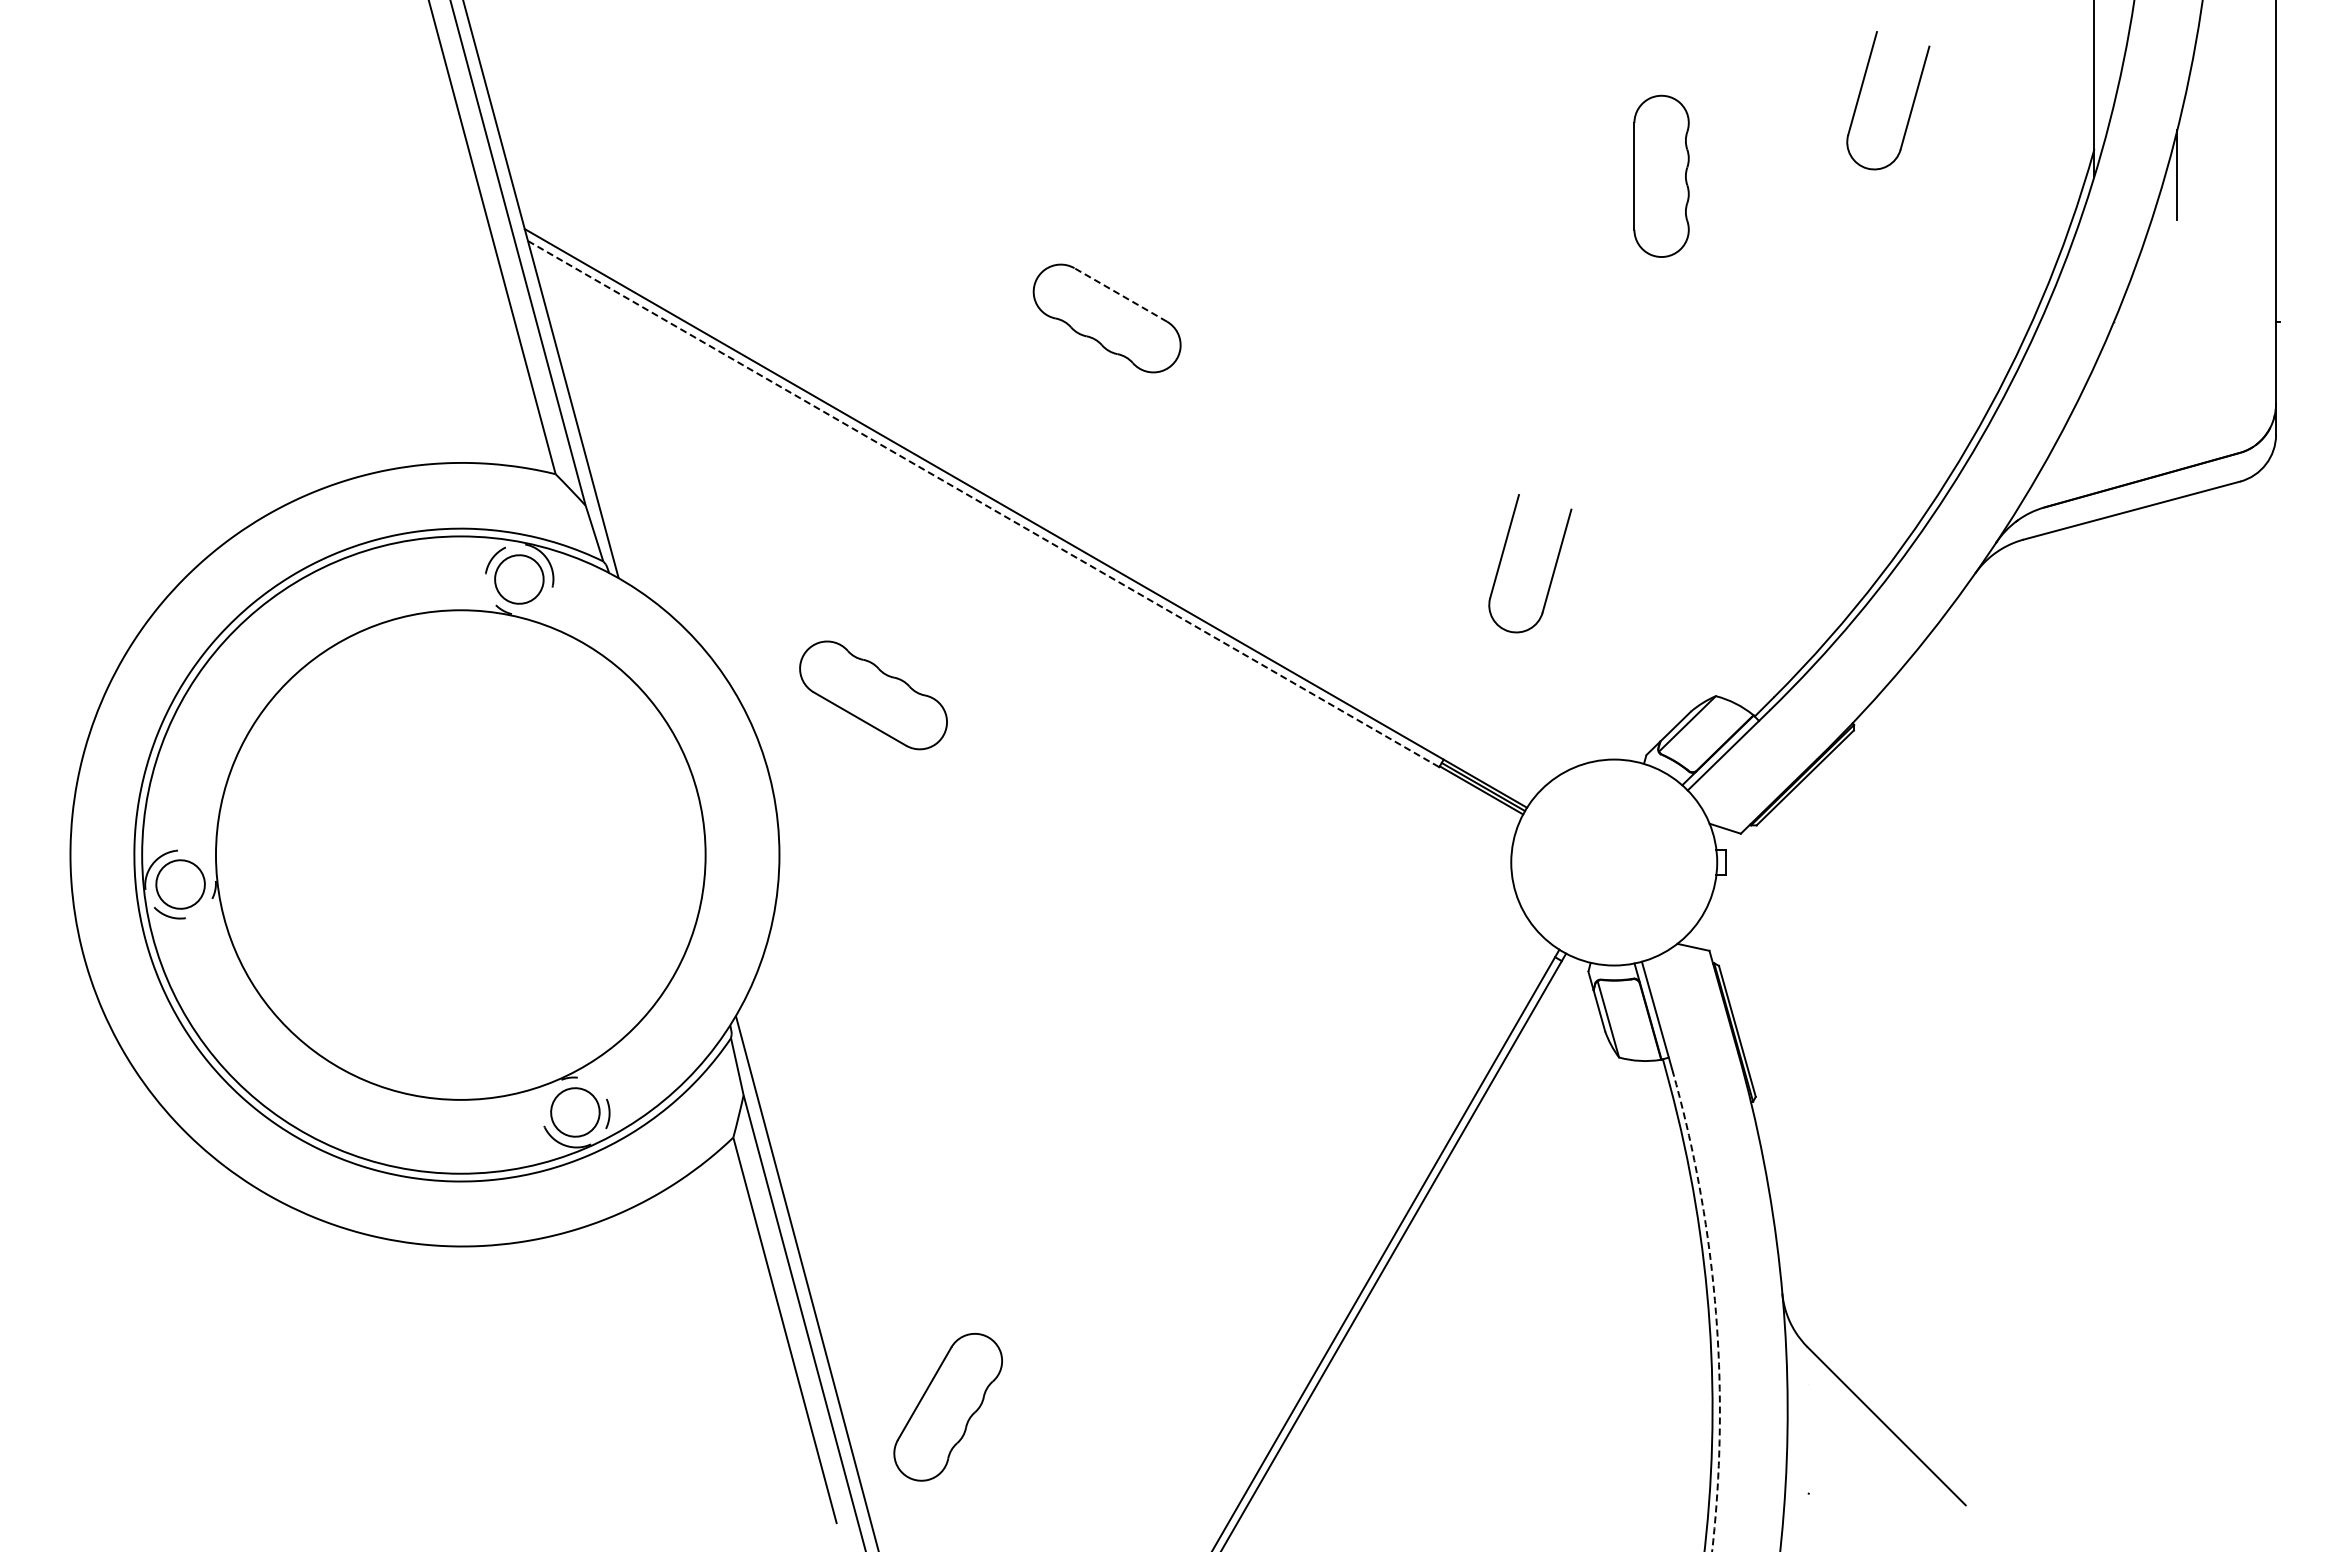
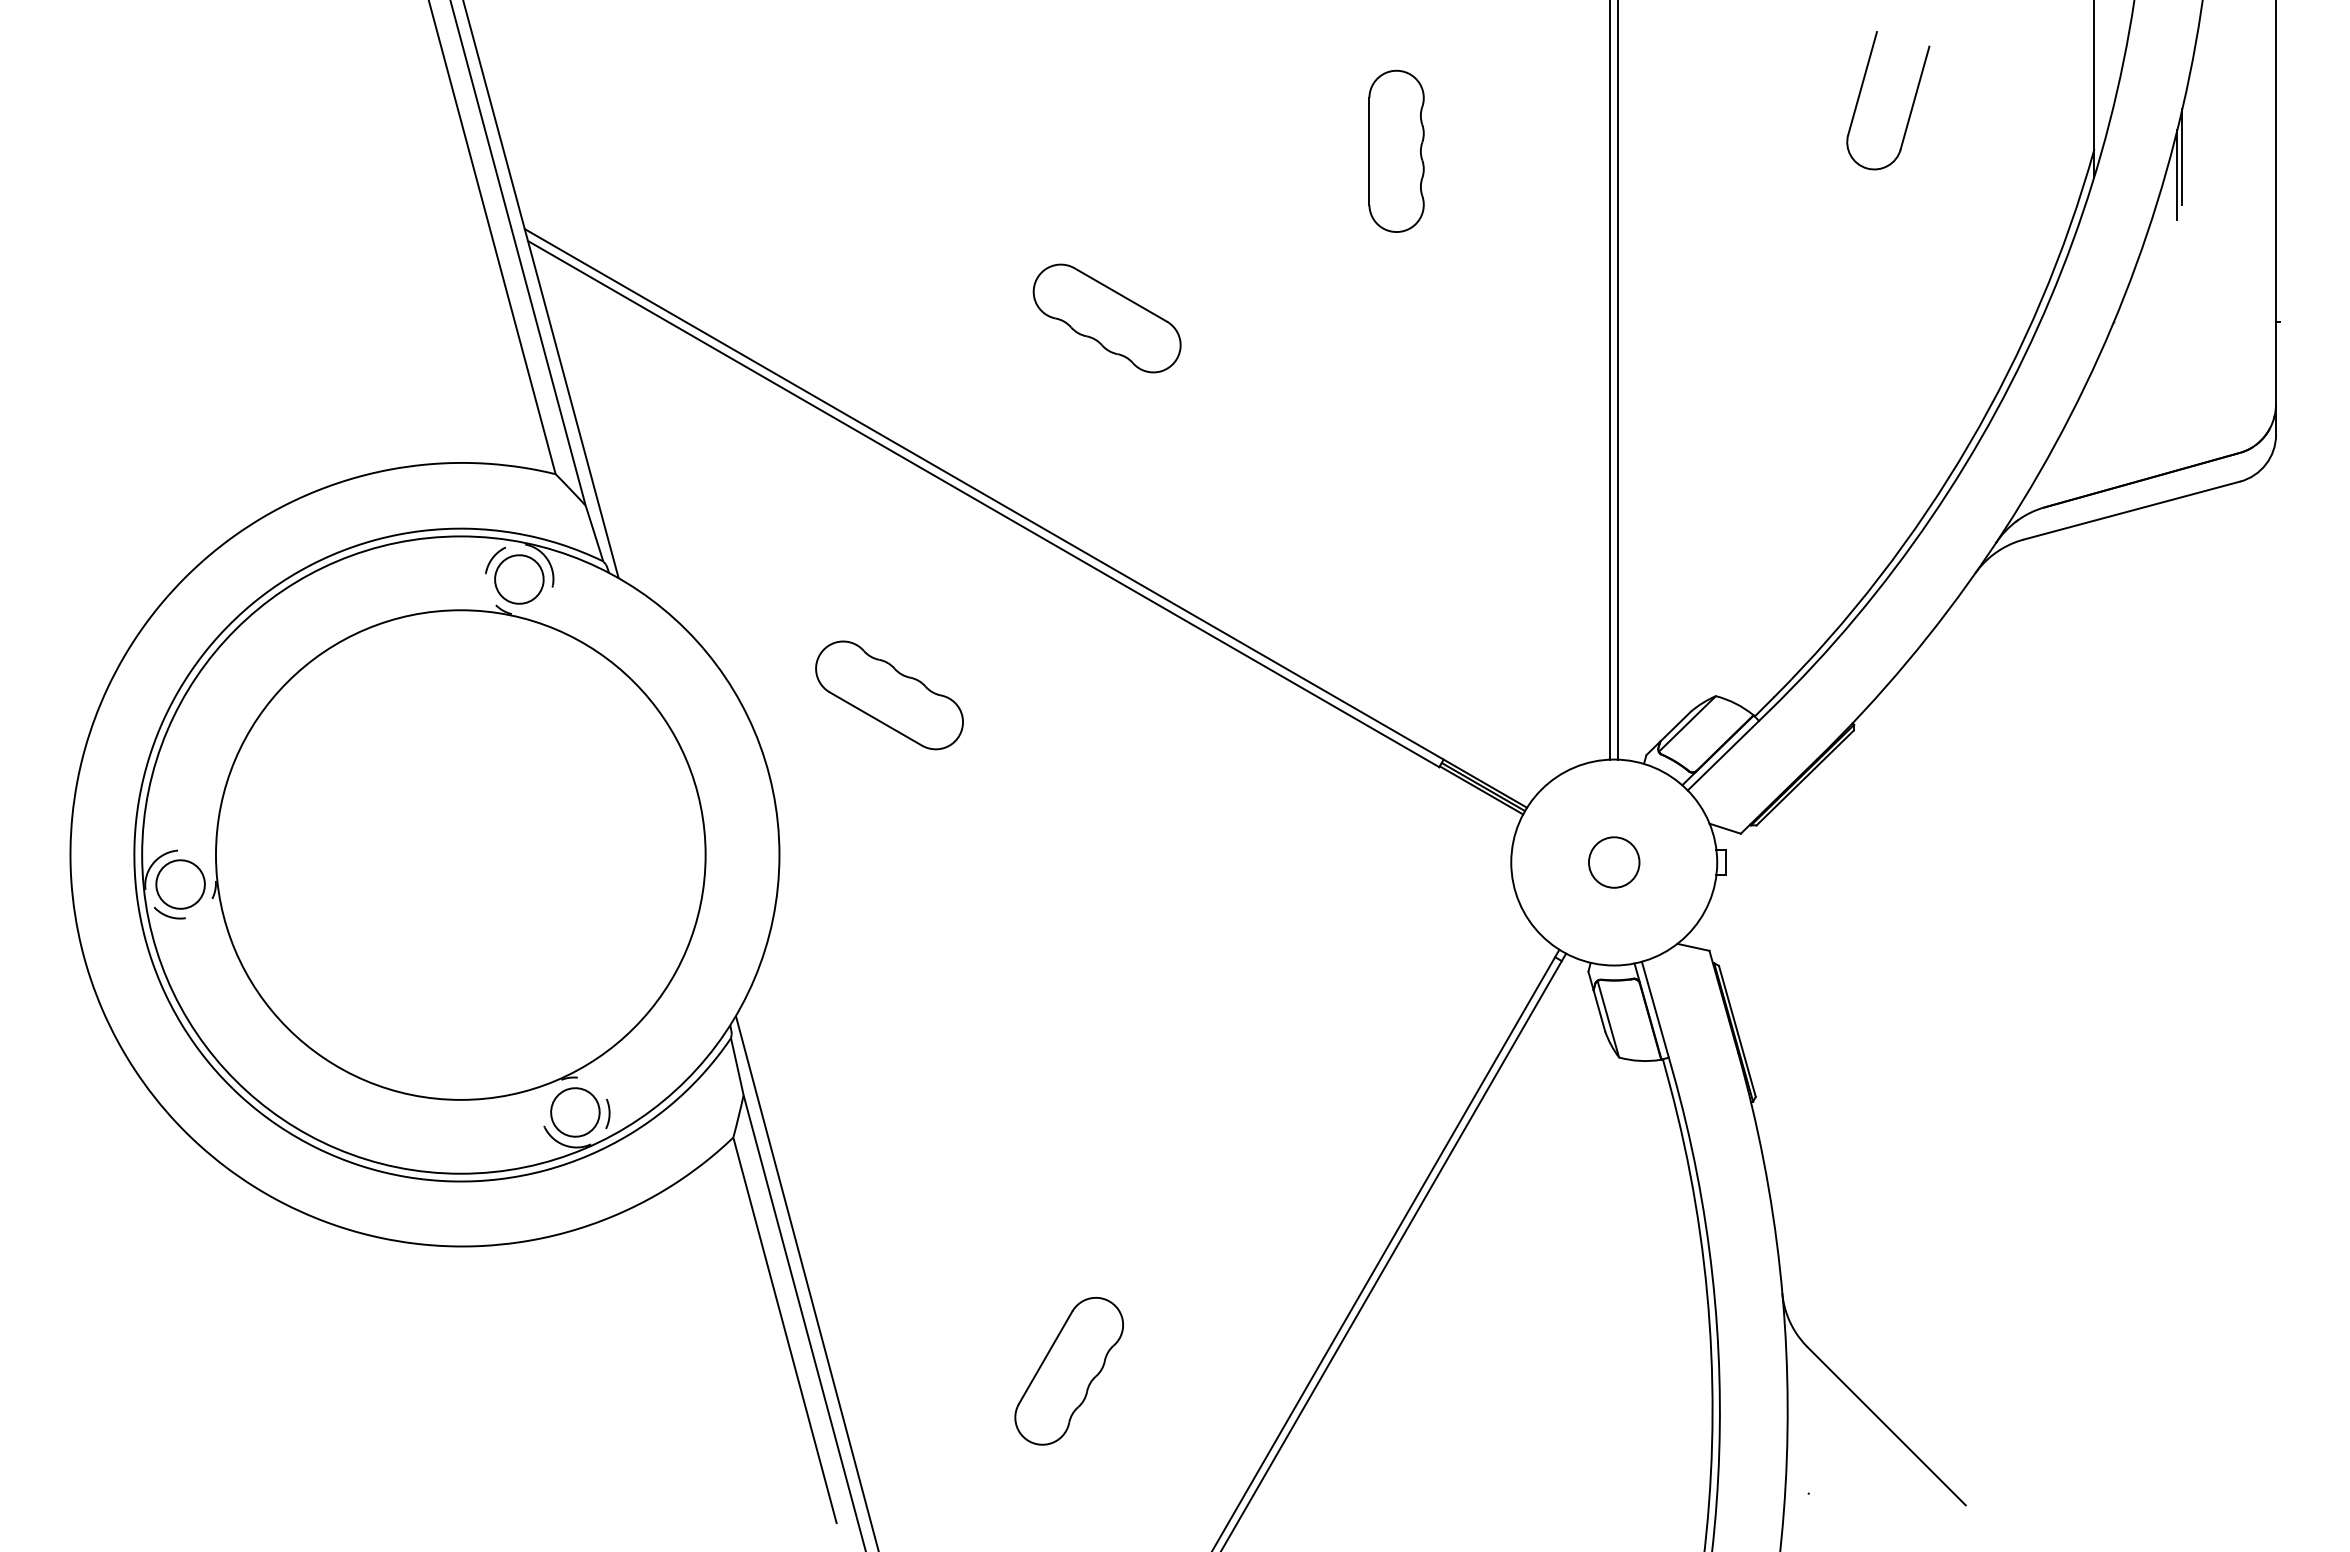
line at (2182, 156): none -> present
part at (1661, 175) position: (1661, 175) -> (1396, 150)
line at (1120, 294): dashed -> solid
line at (1610, 380): none -> present
line at (1618, 380): none -> present
line at (984, 504): dashed -> solid
part at (1553, 569): present -> none
part at (873, 695) position: (873, 695) -> (889, 695)
circle at (1614, 862): none -> present
arc at (1715, 1310): dashed -> solid
part at (947, 1407) position: (947, 1407) -> (1068, 1371)
